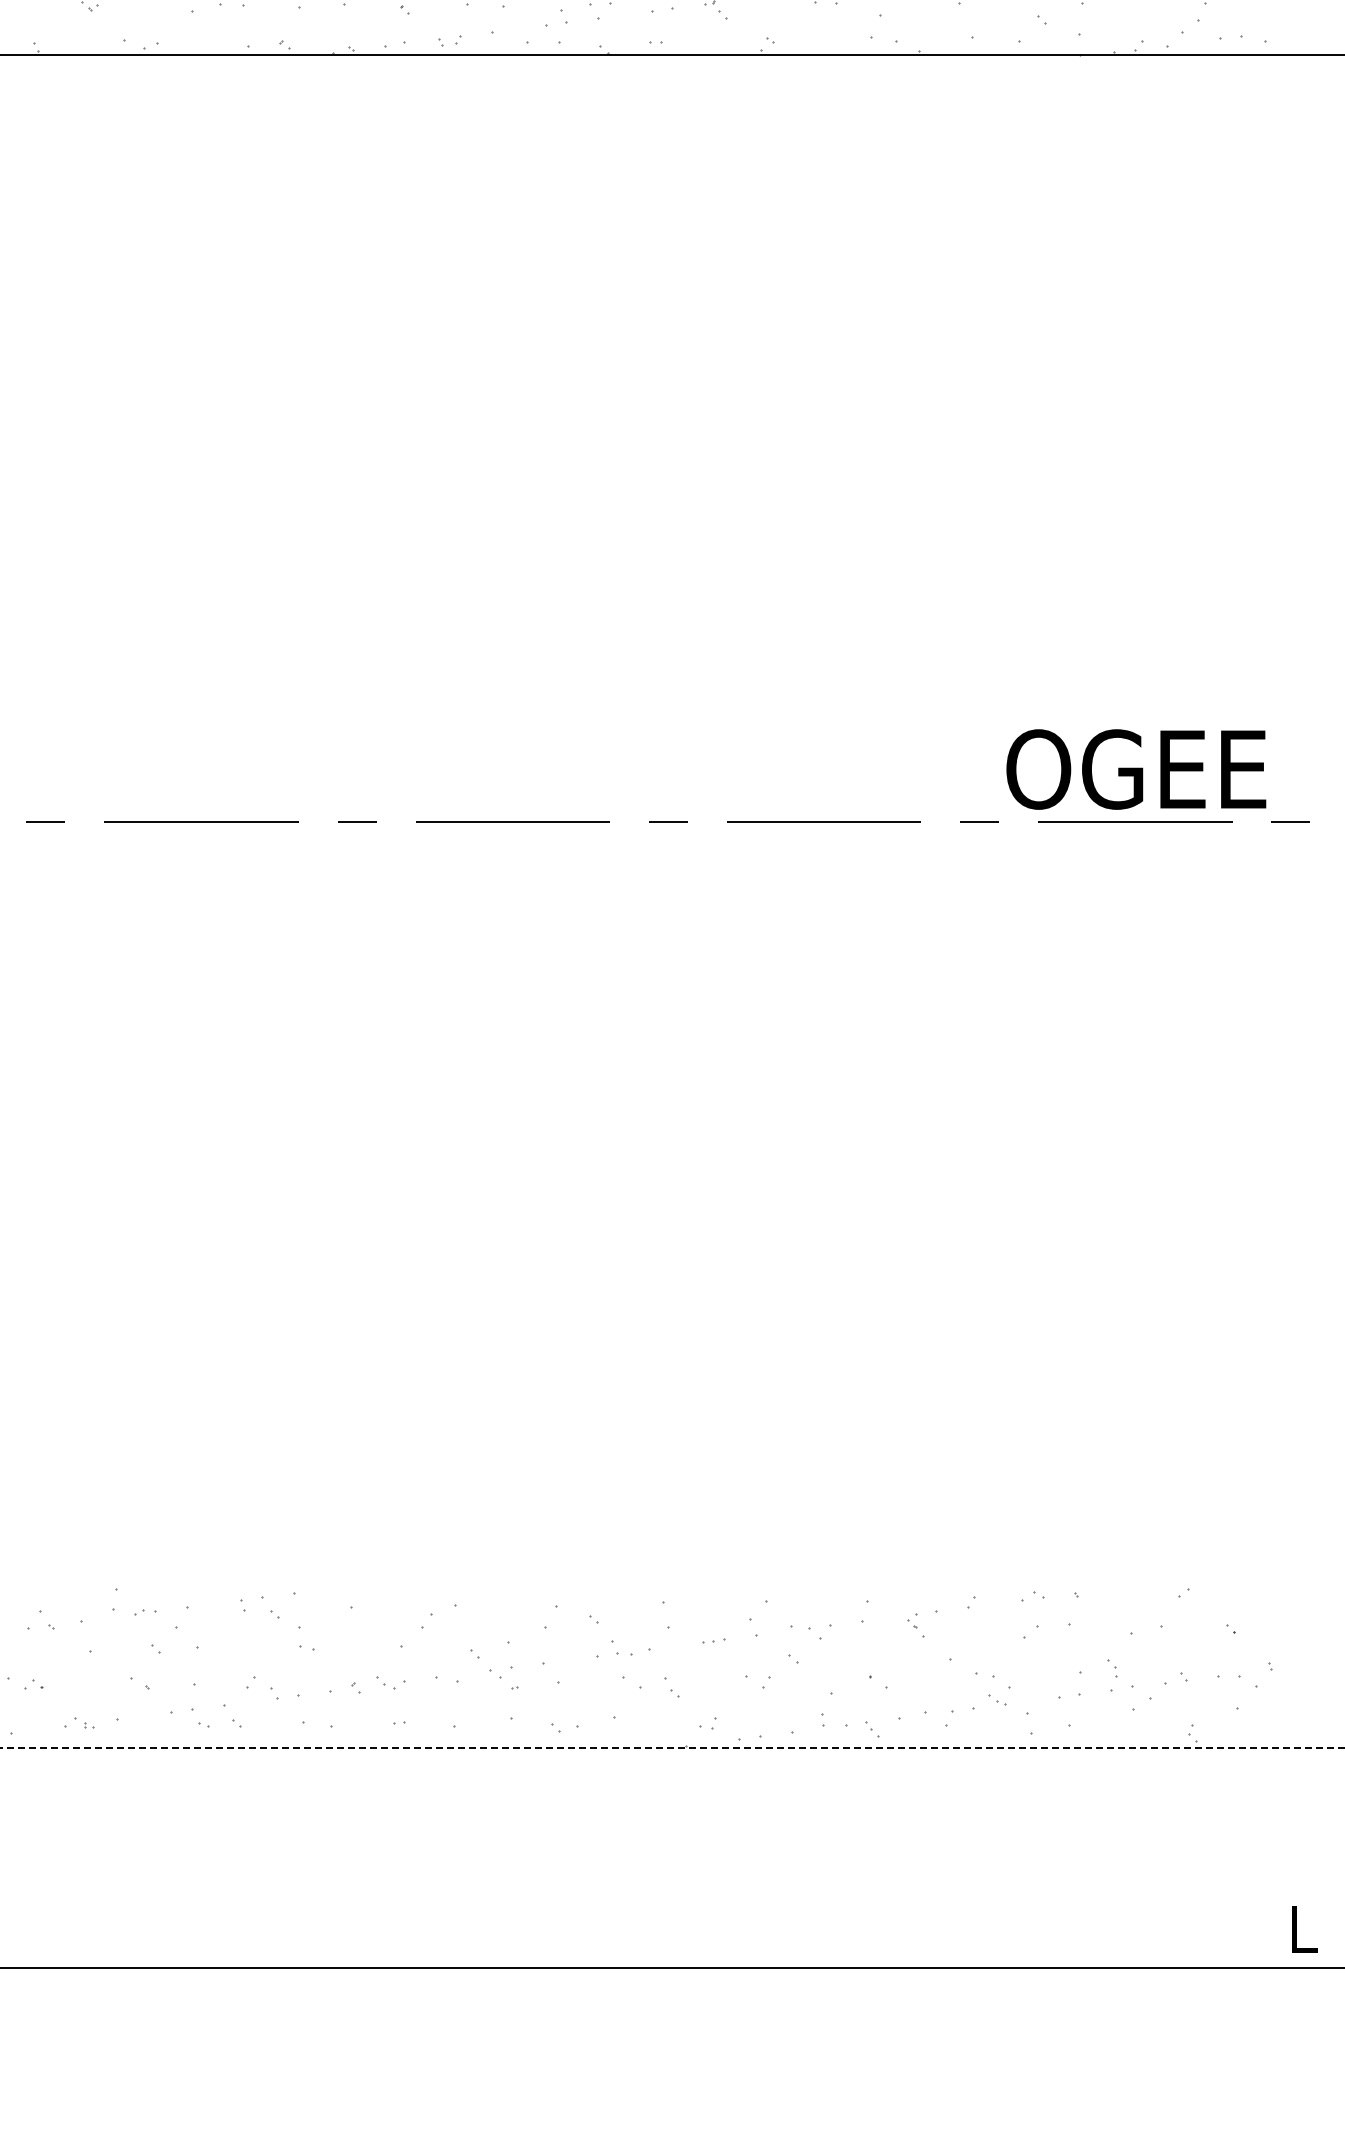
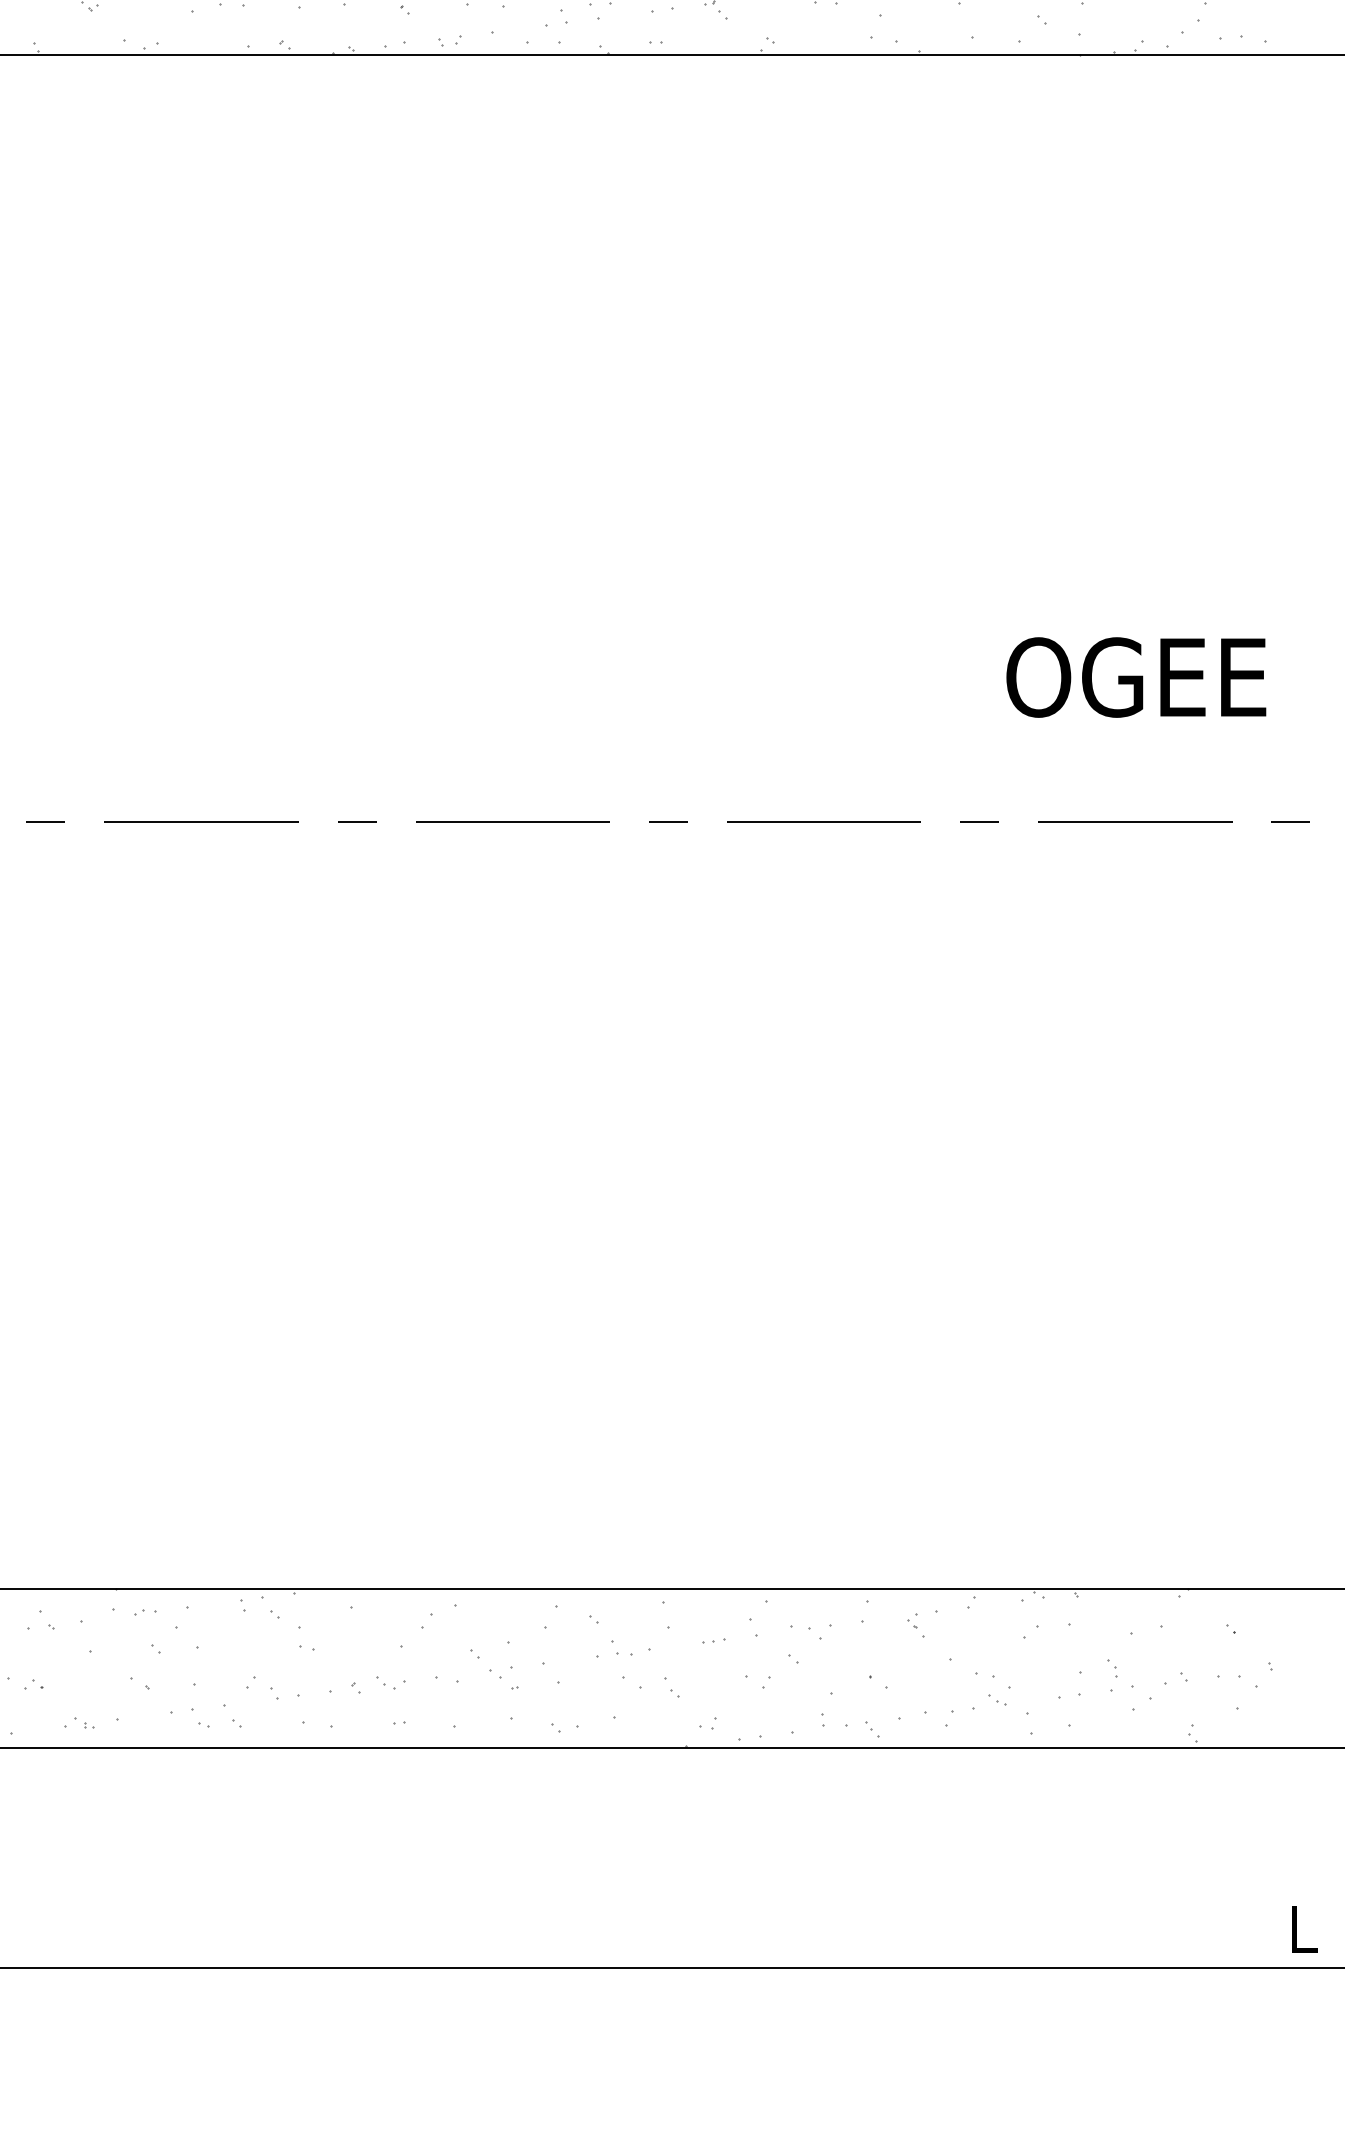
text at (1136, 769) position: (1136, 769) -> (1136, 677)
line at (671, 1589): none -> present
line at (672, 1747): dashed -> solid
